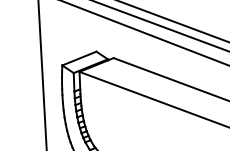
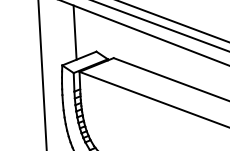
line at (74, 32): none -> present
